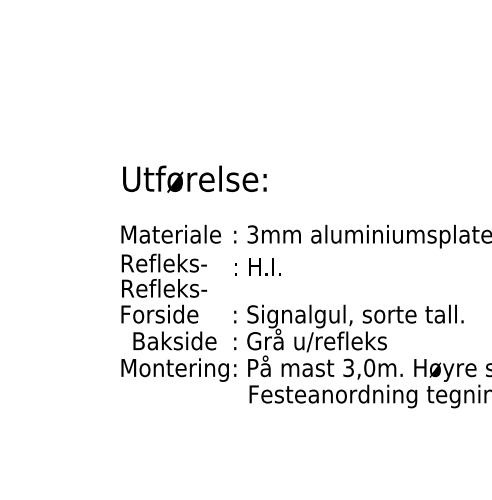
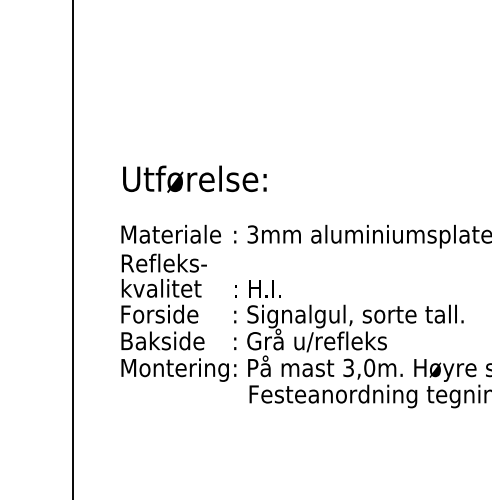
line at (73, 249): none -> present
text at (257, 266) position: (257, 266) -> (257, 288)
text at (164, 288): Refleks- -> kvalitet
text at (174, 340) position: (174, 340) -> (162, 340)
